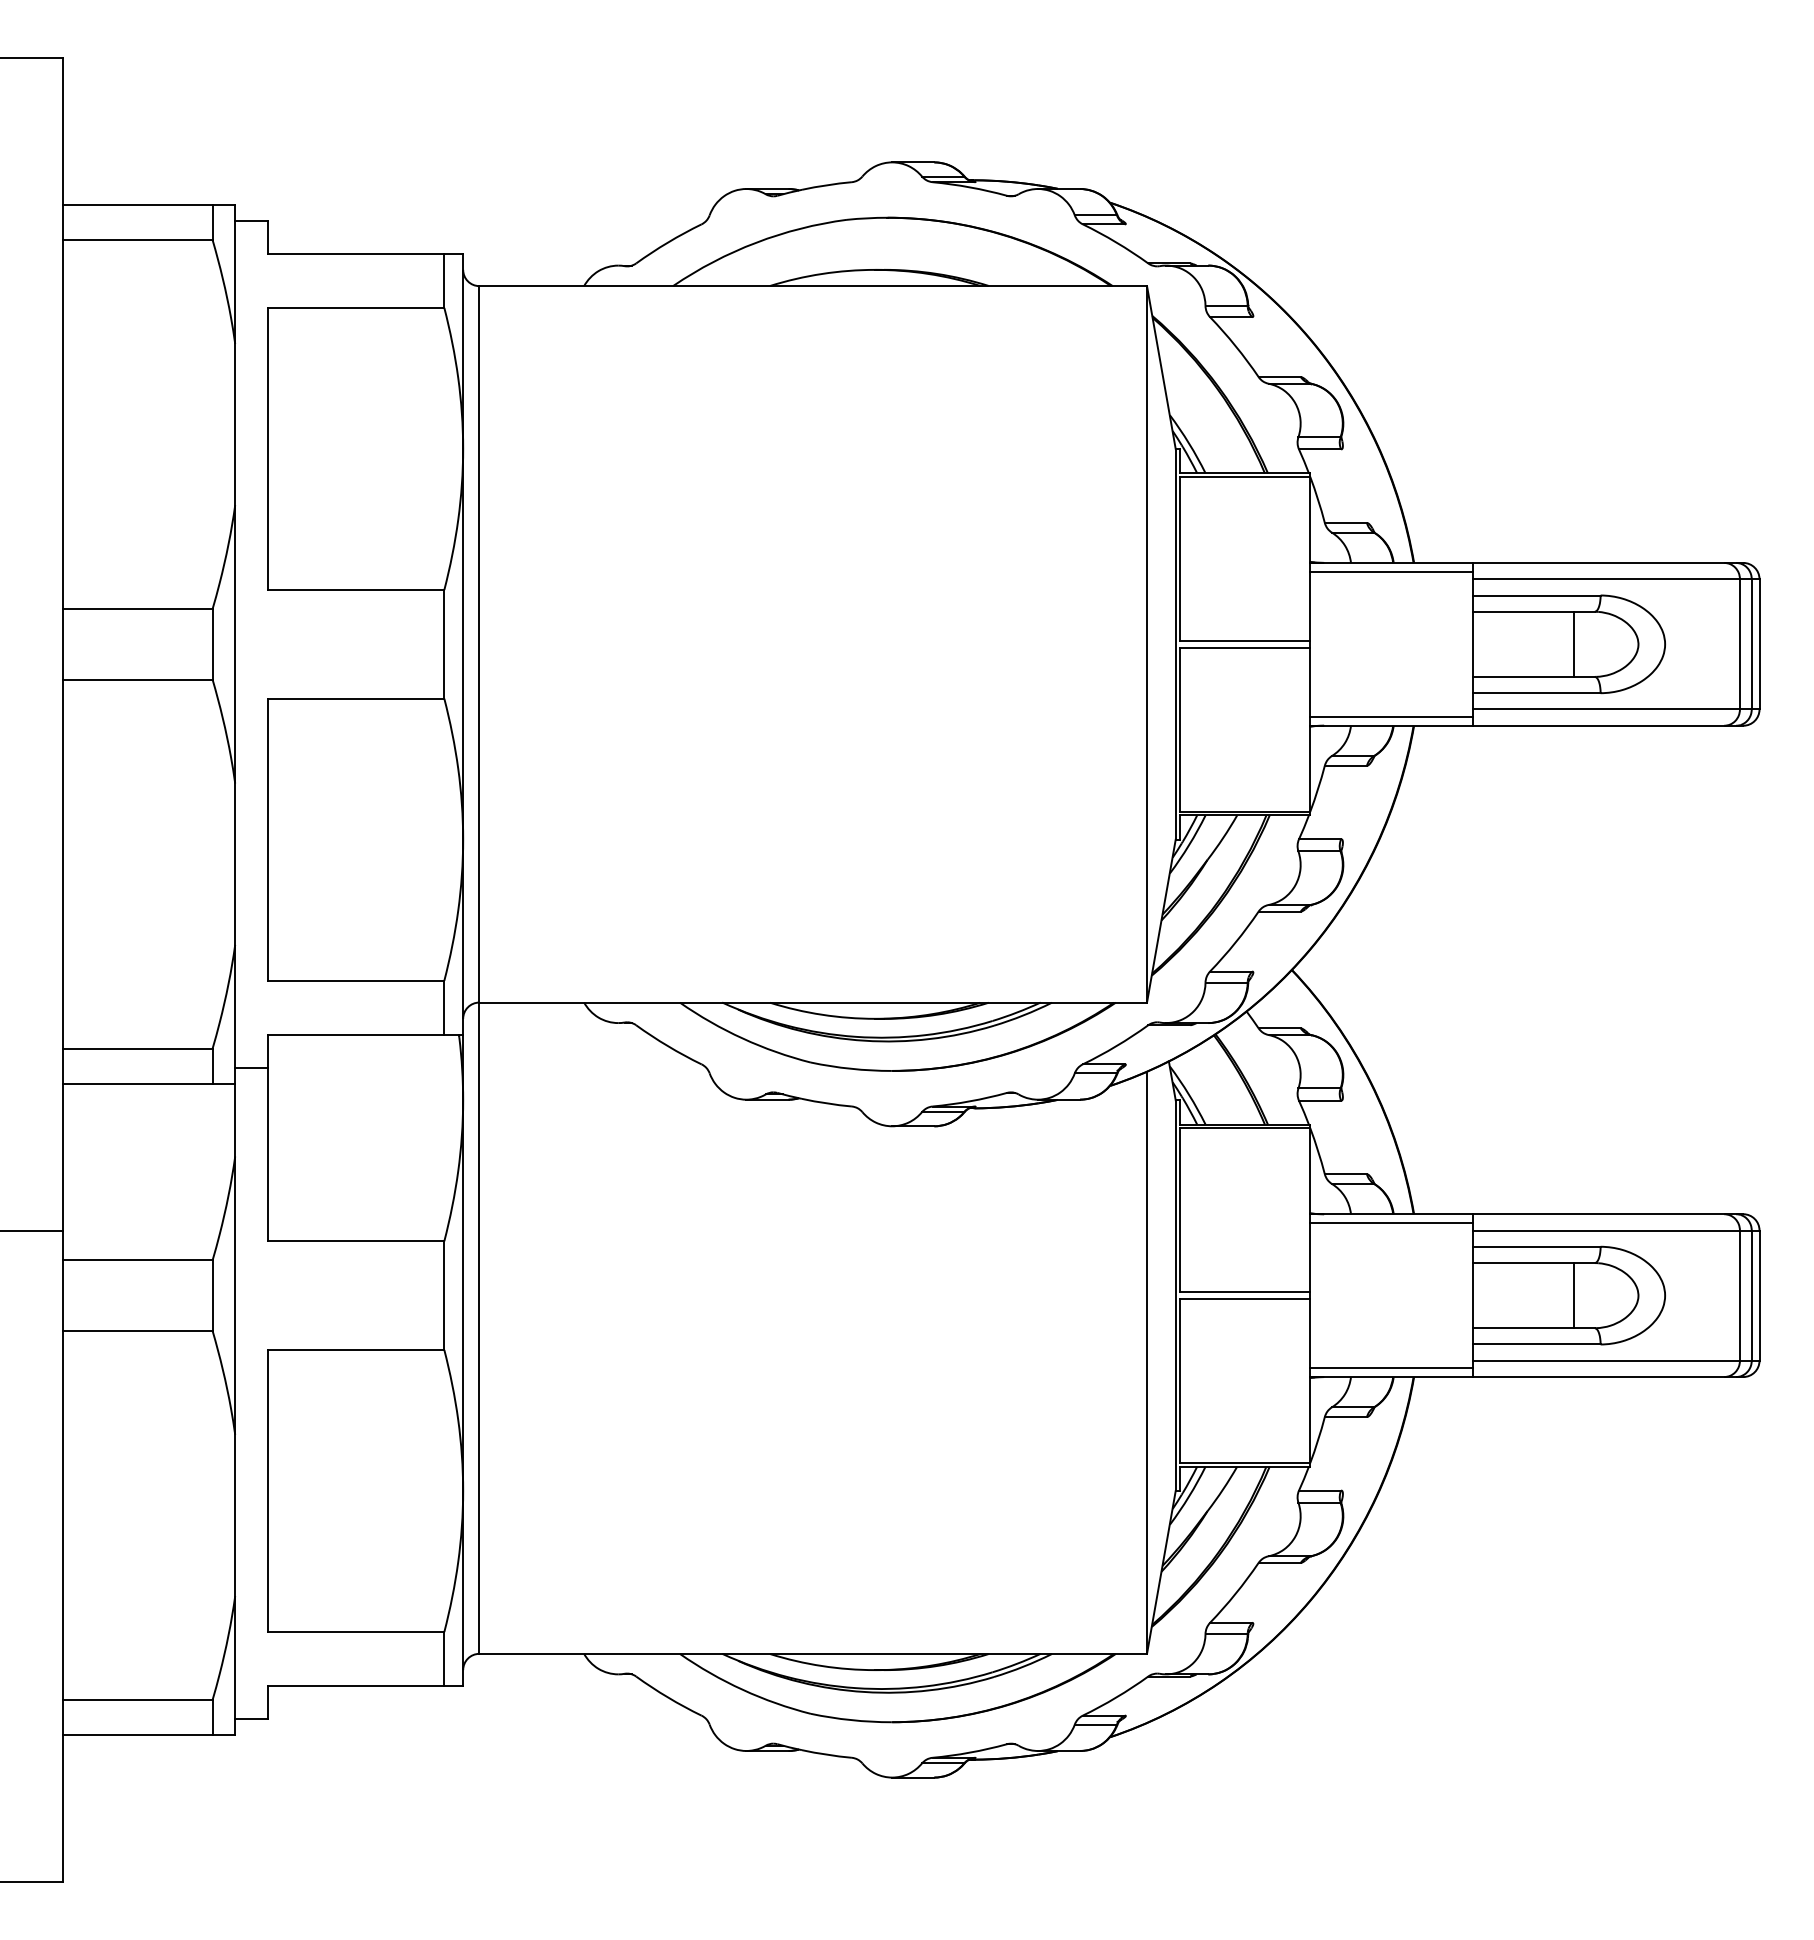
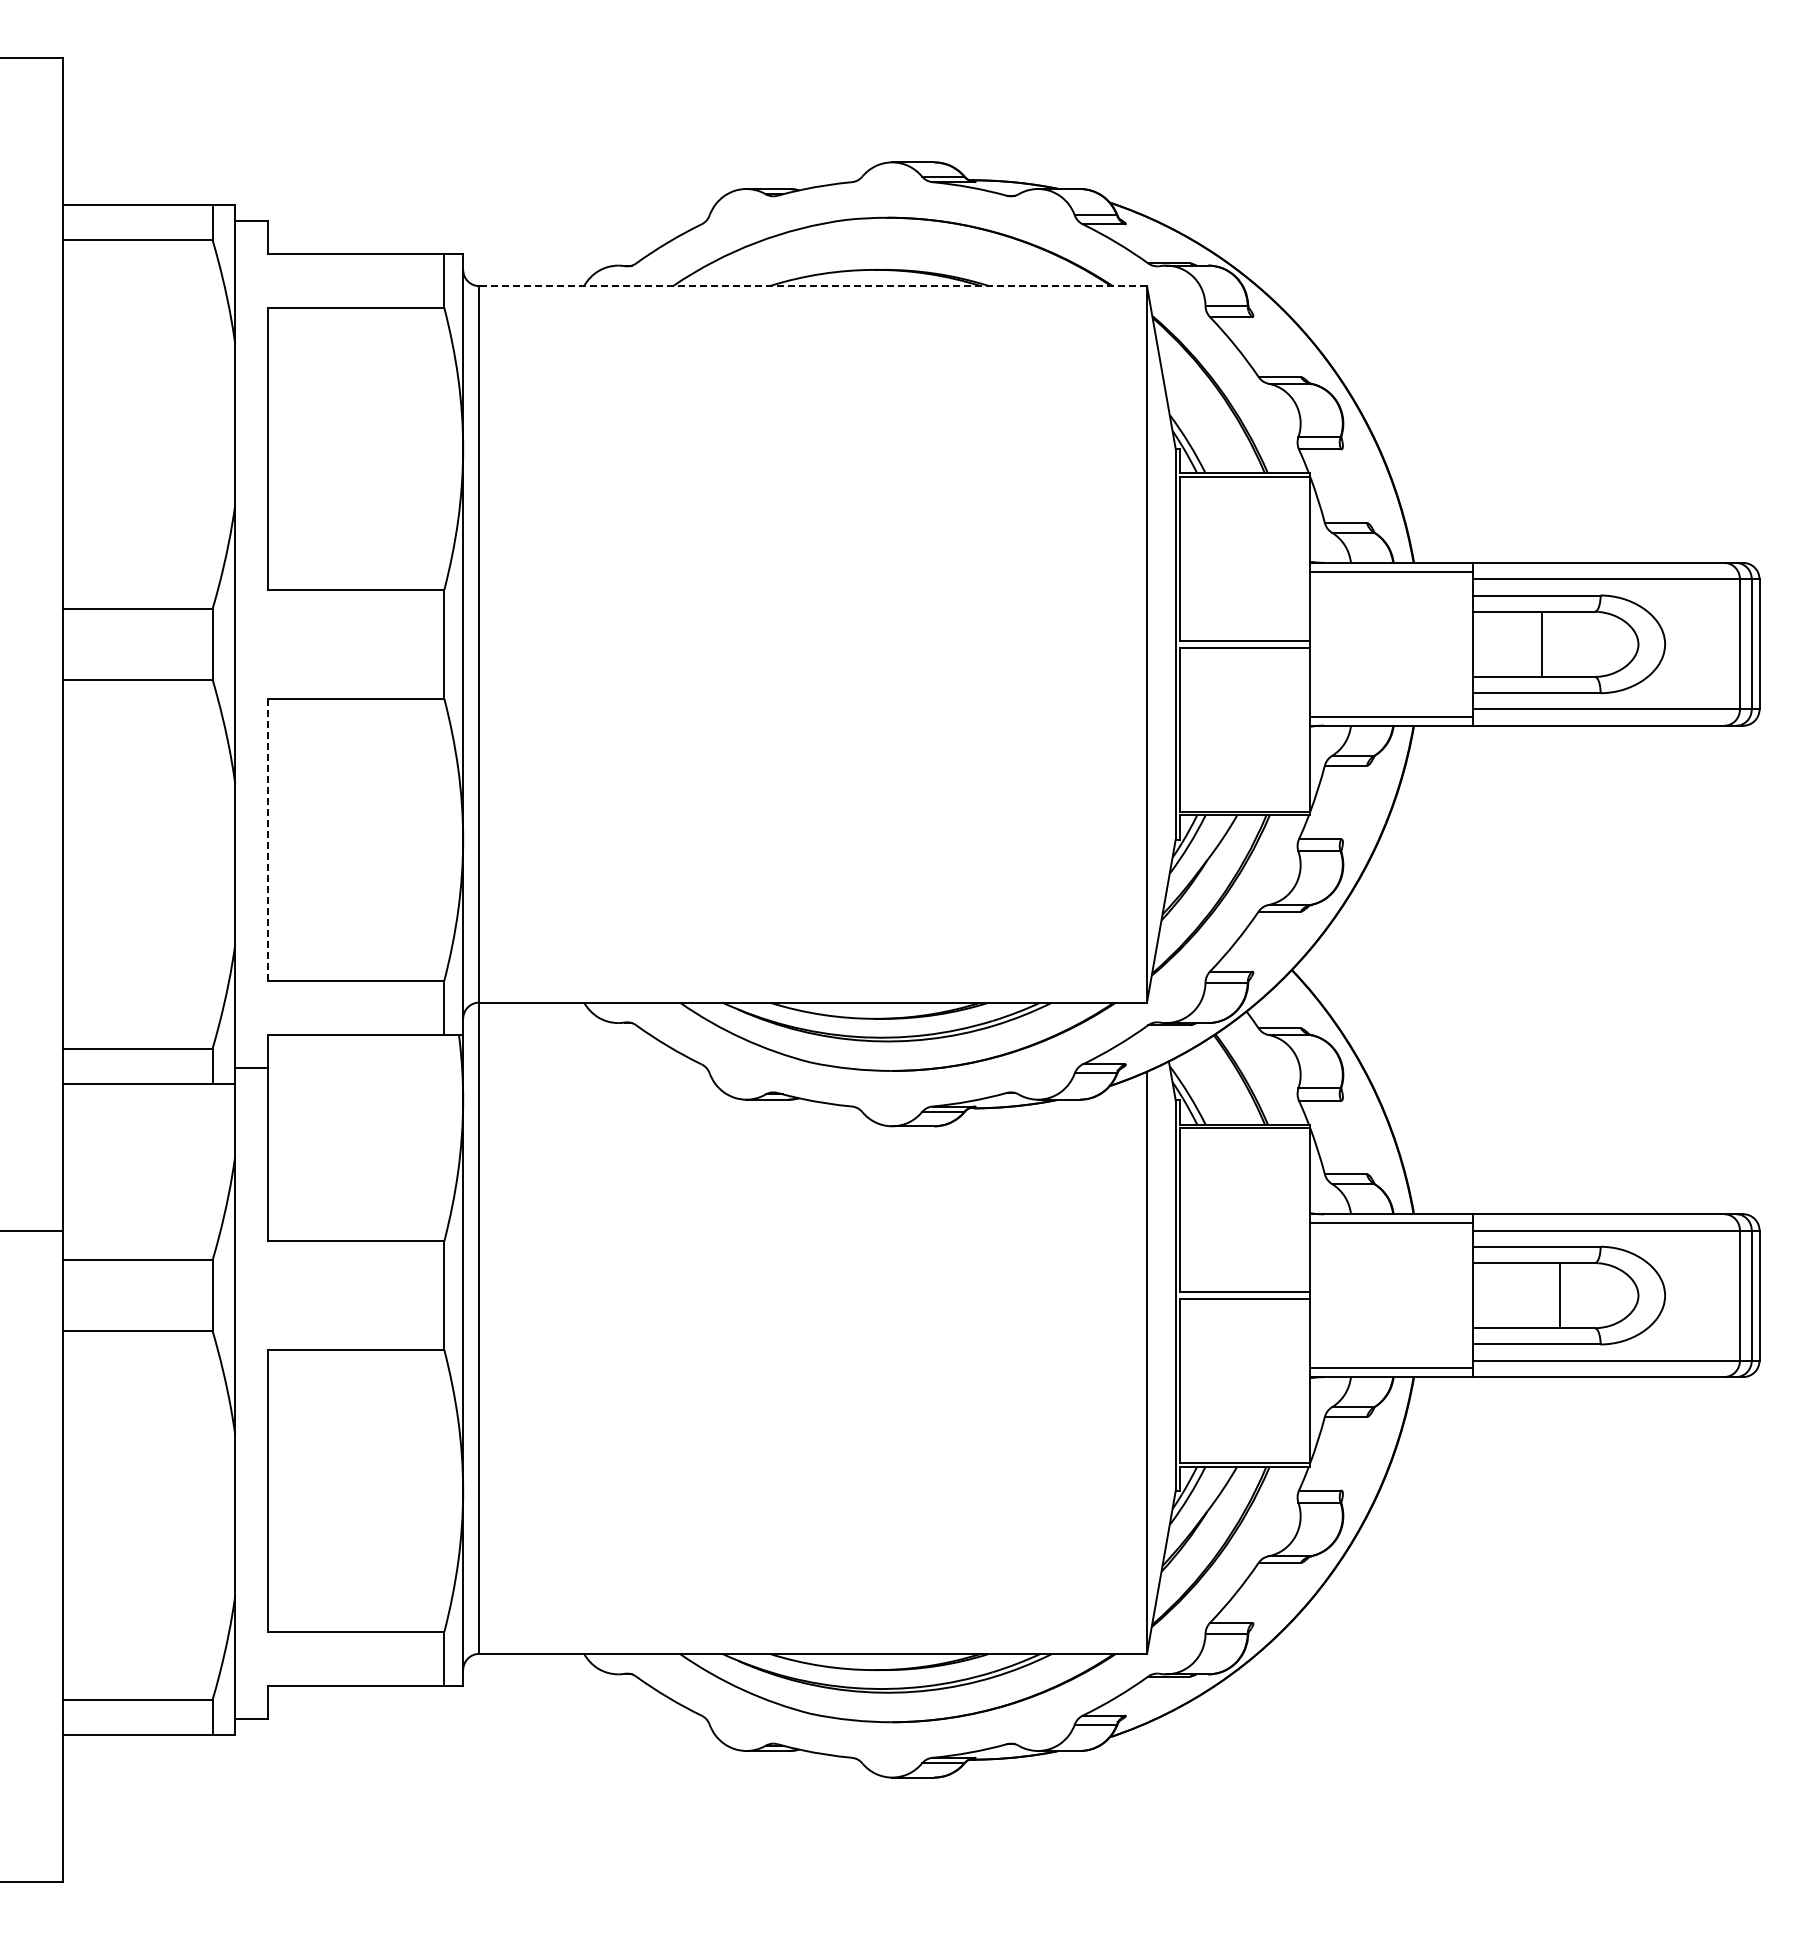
line at (813, 286): solid -> dashed
line at (1574, 643) position: (1574, 643) -> (1542, 643)
line at (267, 840): solid -> dashed
line at (1574, 1295) position: (1574, 1295) -> (1560, 1295)
